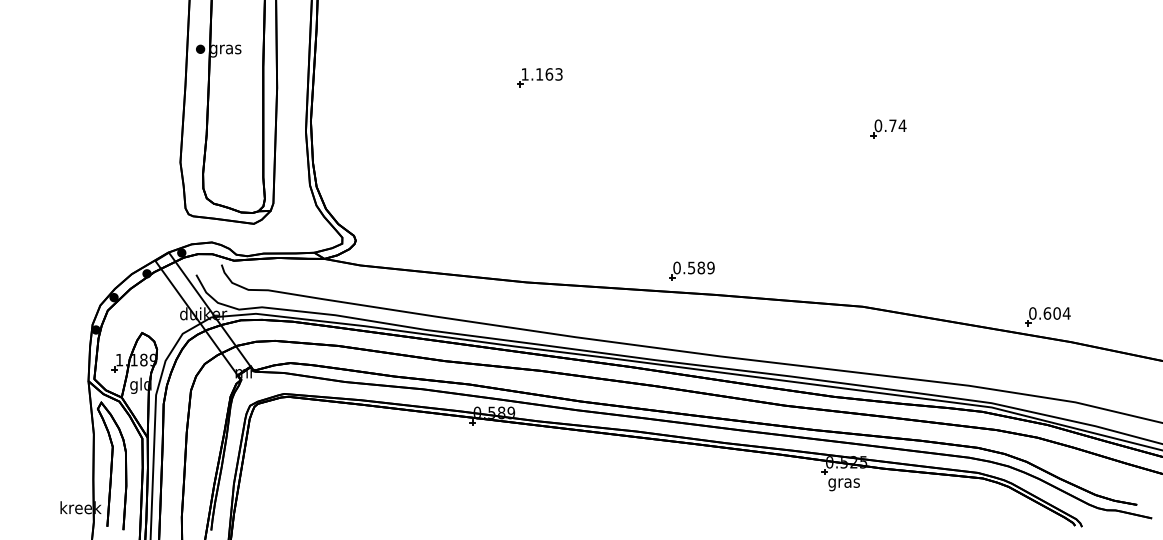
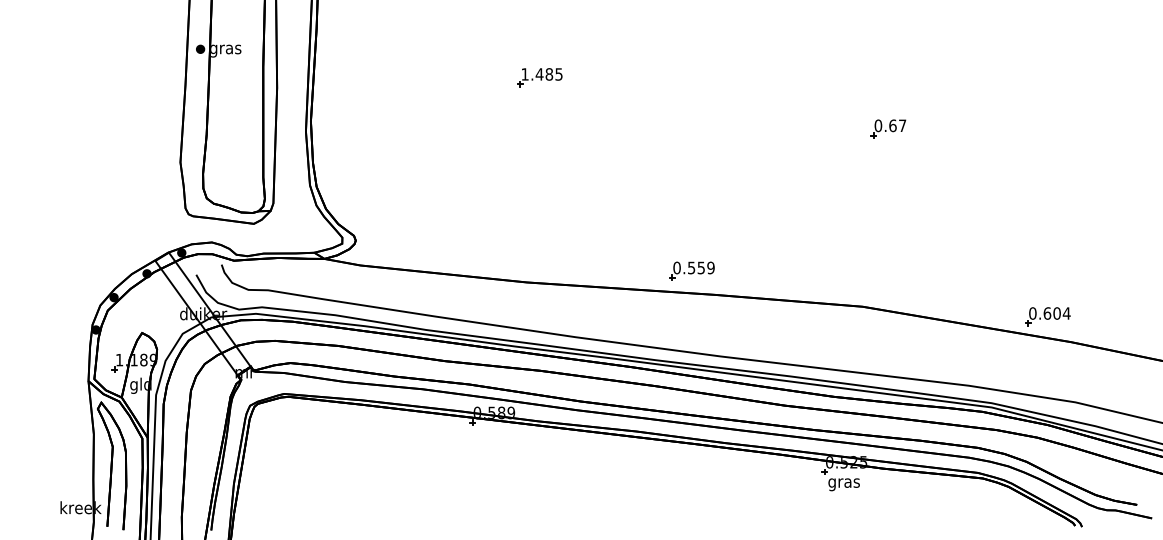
text at (548, 74): 1.163 -> 1.485
text at (897, 125): 0.74 -> 0.67
text at (701, 267): 0.589 -> 0.559
